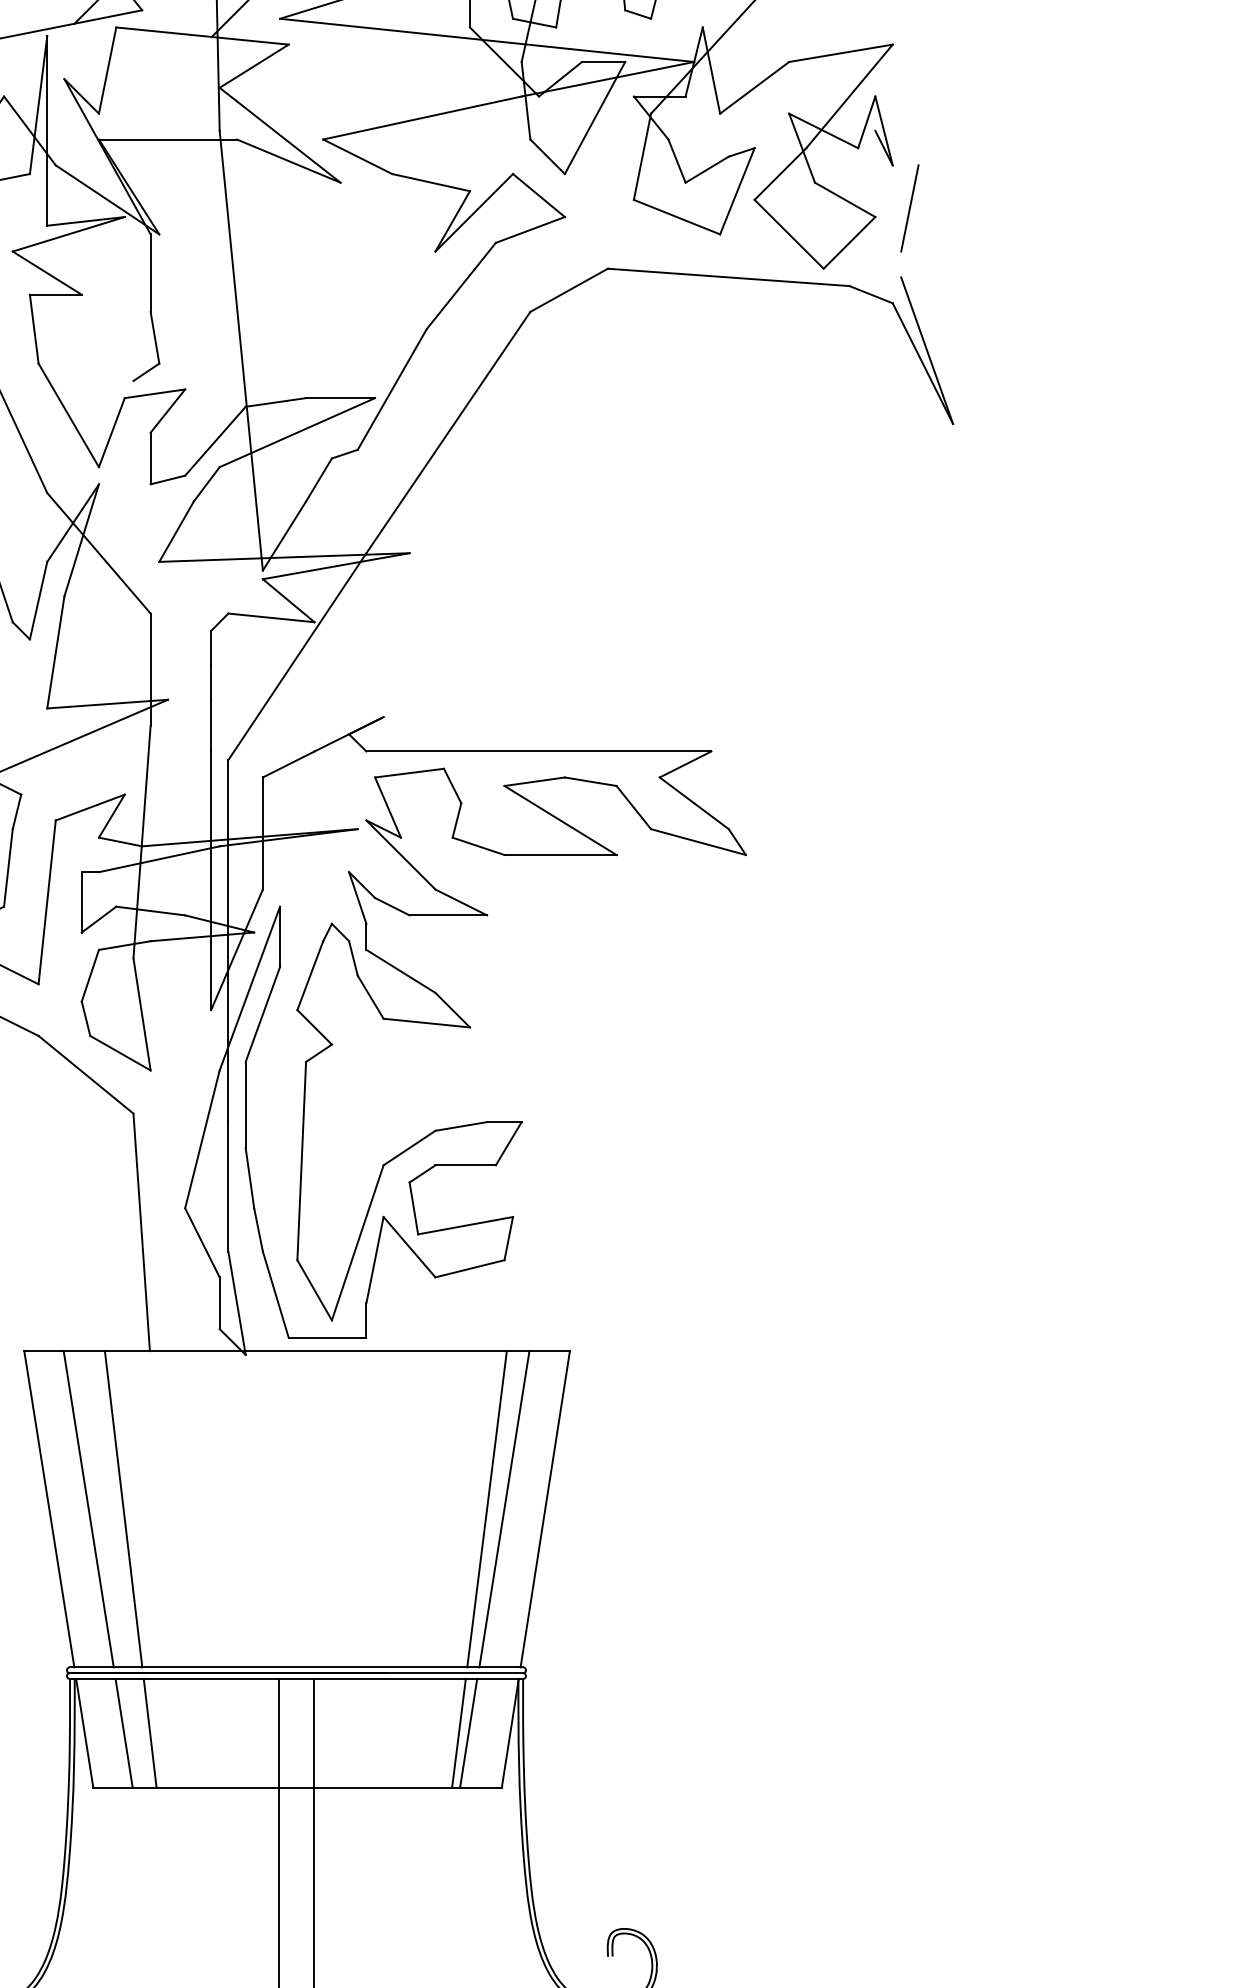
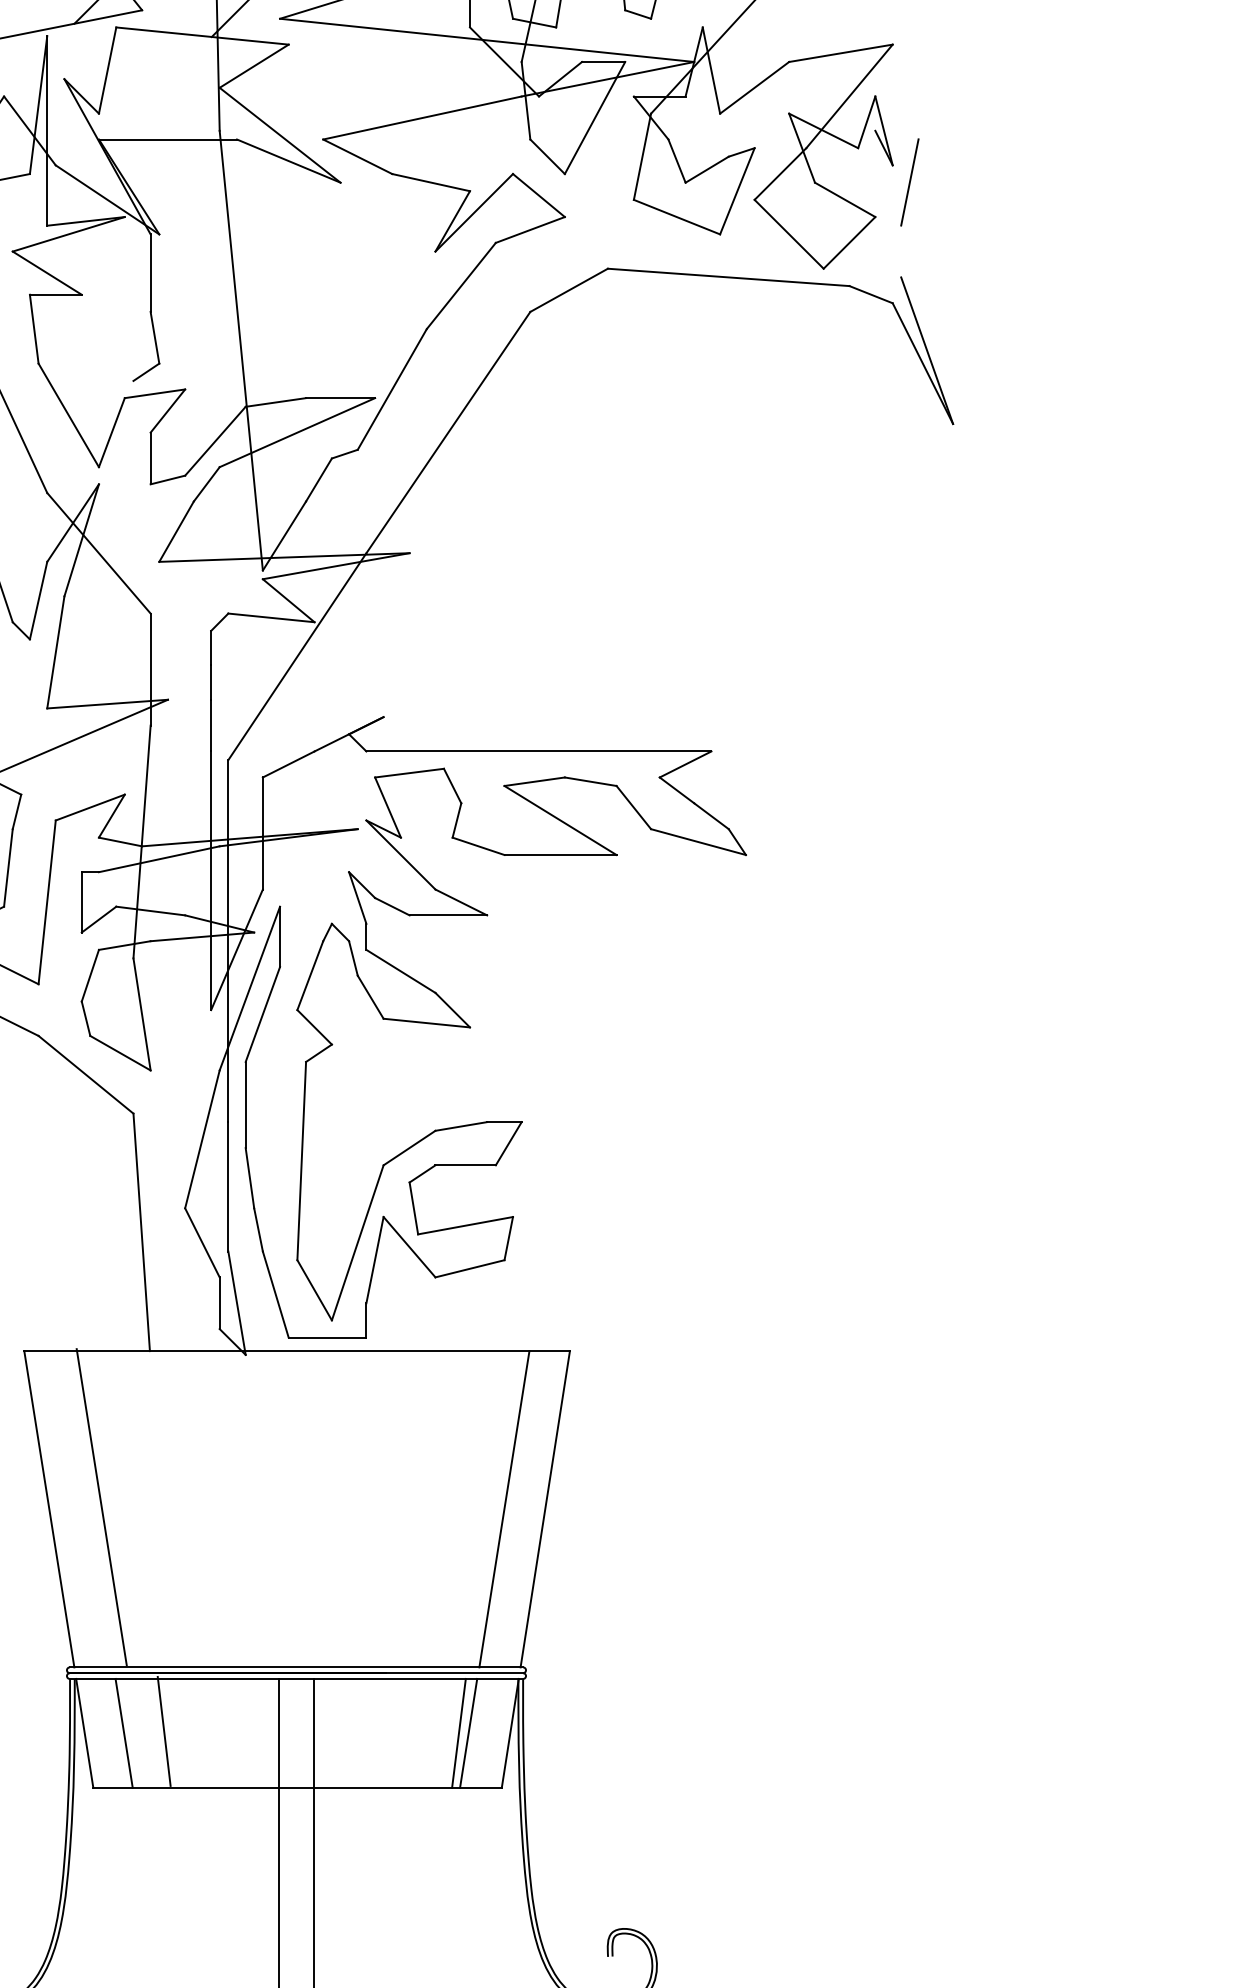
line at (909, 208) position: (909, 208) -> (909, 182)
line at (88, 1509) position: (88, 1509) -> (101, 1507)
line at (123, 1509): present -> none
line at (486, 1509): present -> none
line at (149, 1732) position: (149, 1732) -> (163, 1730)
